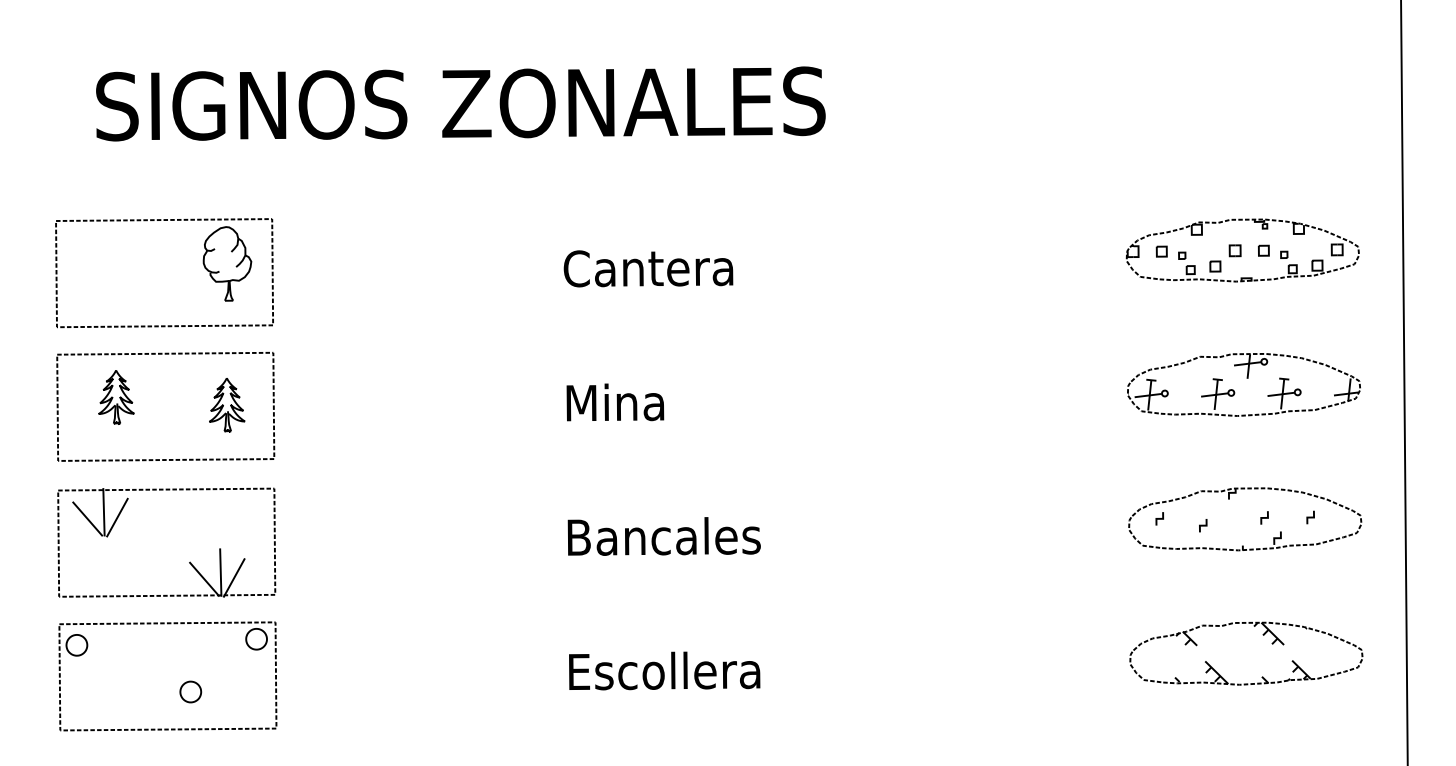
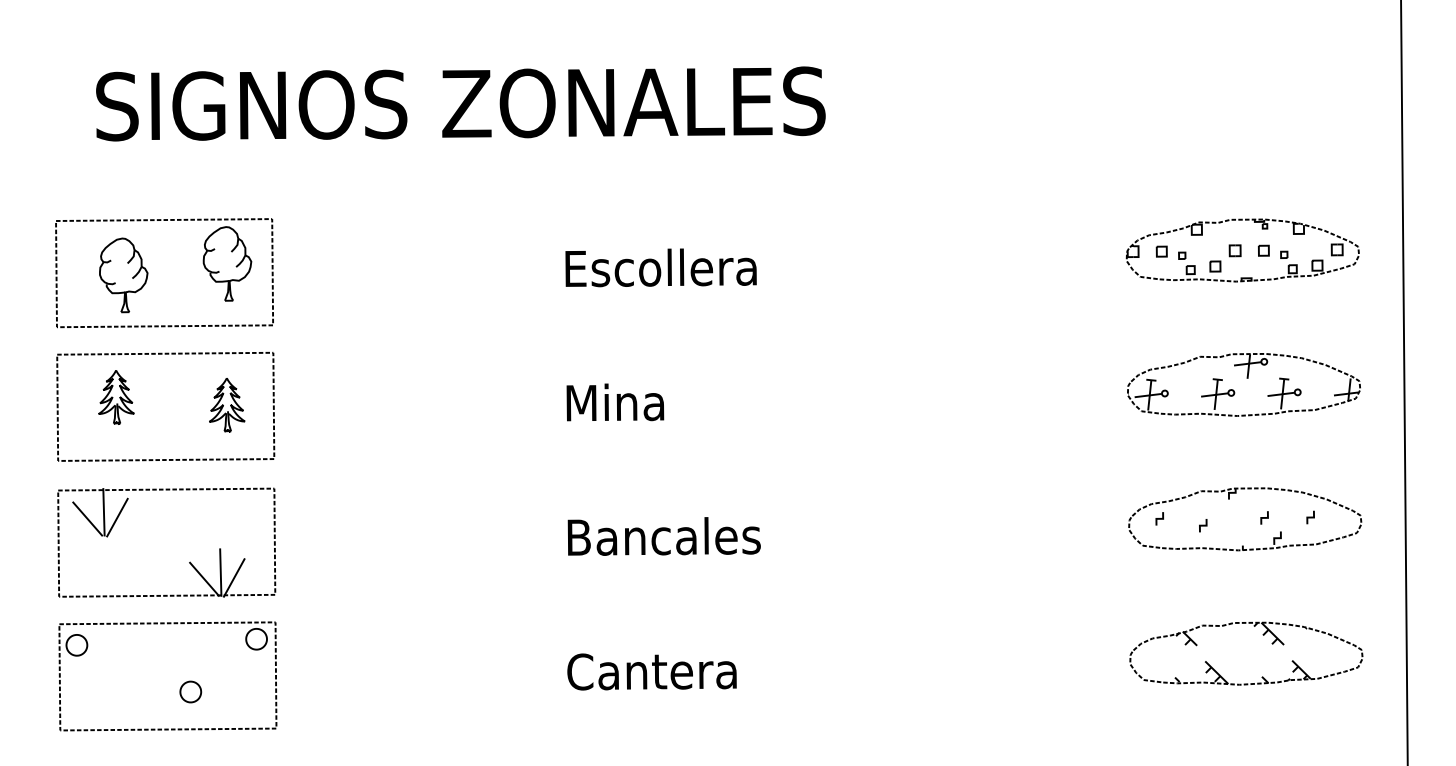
text at (659, 267): Cantera -> Escollera
part at (123, 275): none -> present
text at (663, 670): Escollera -> Cantera
